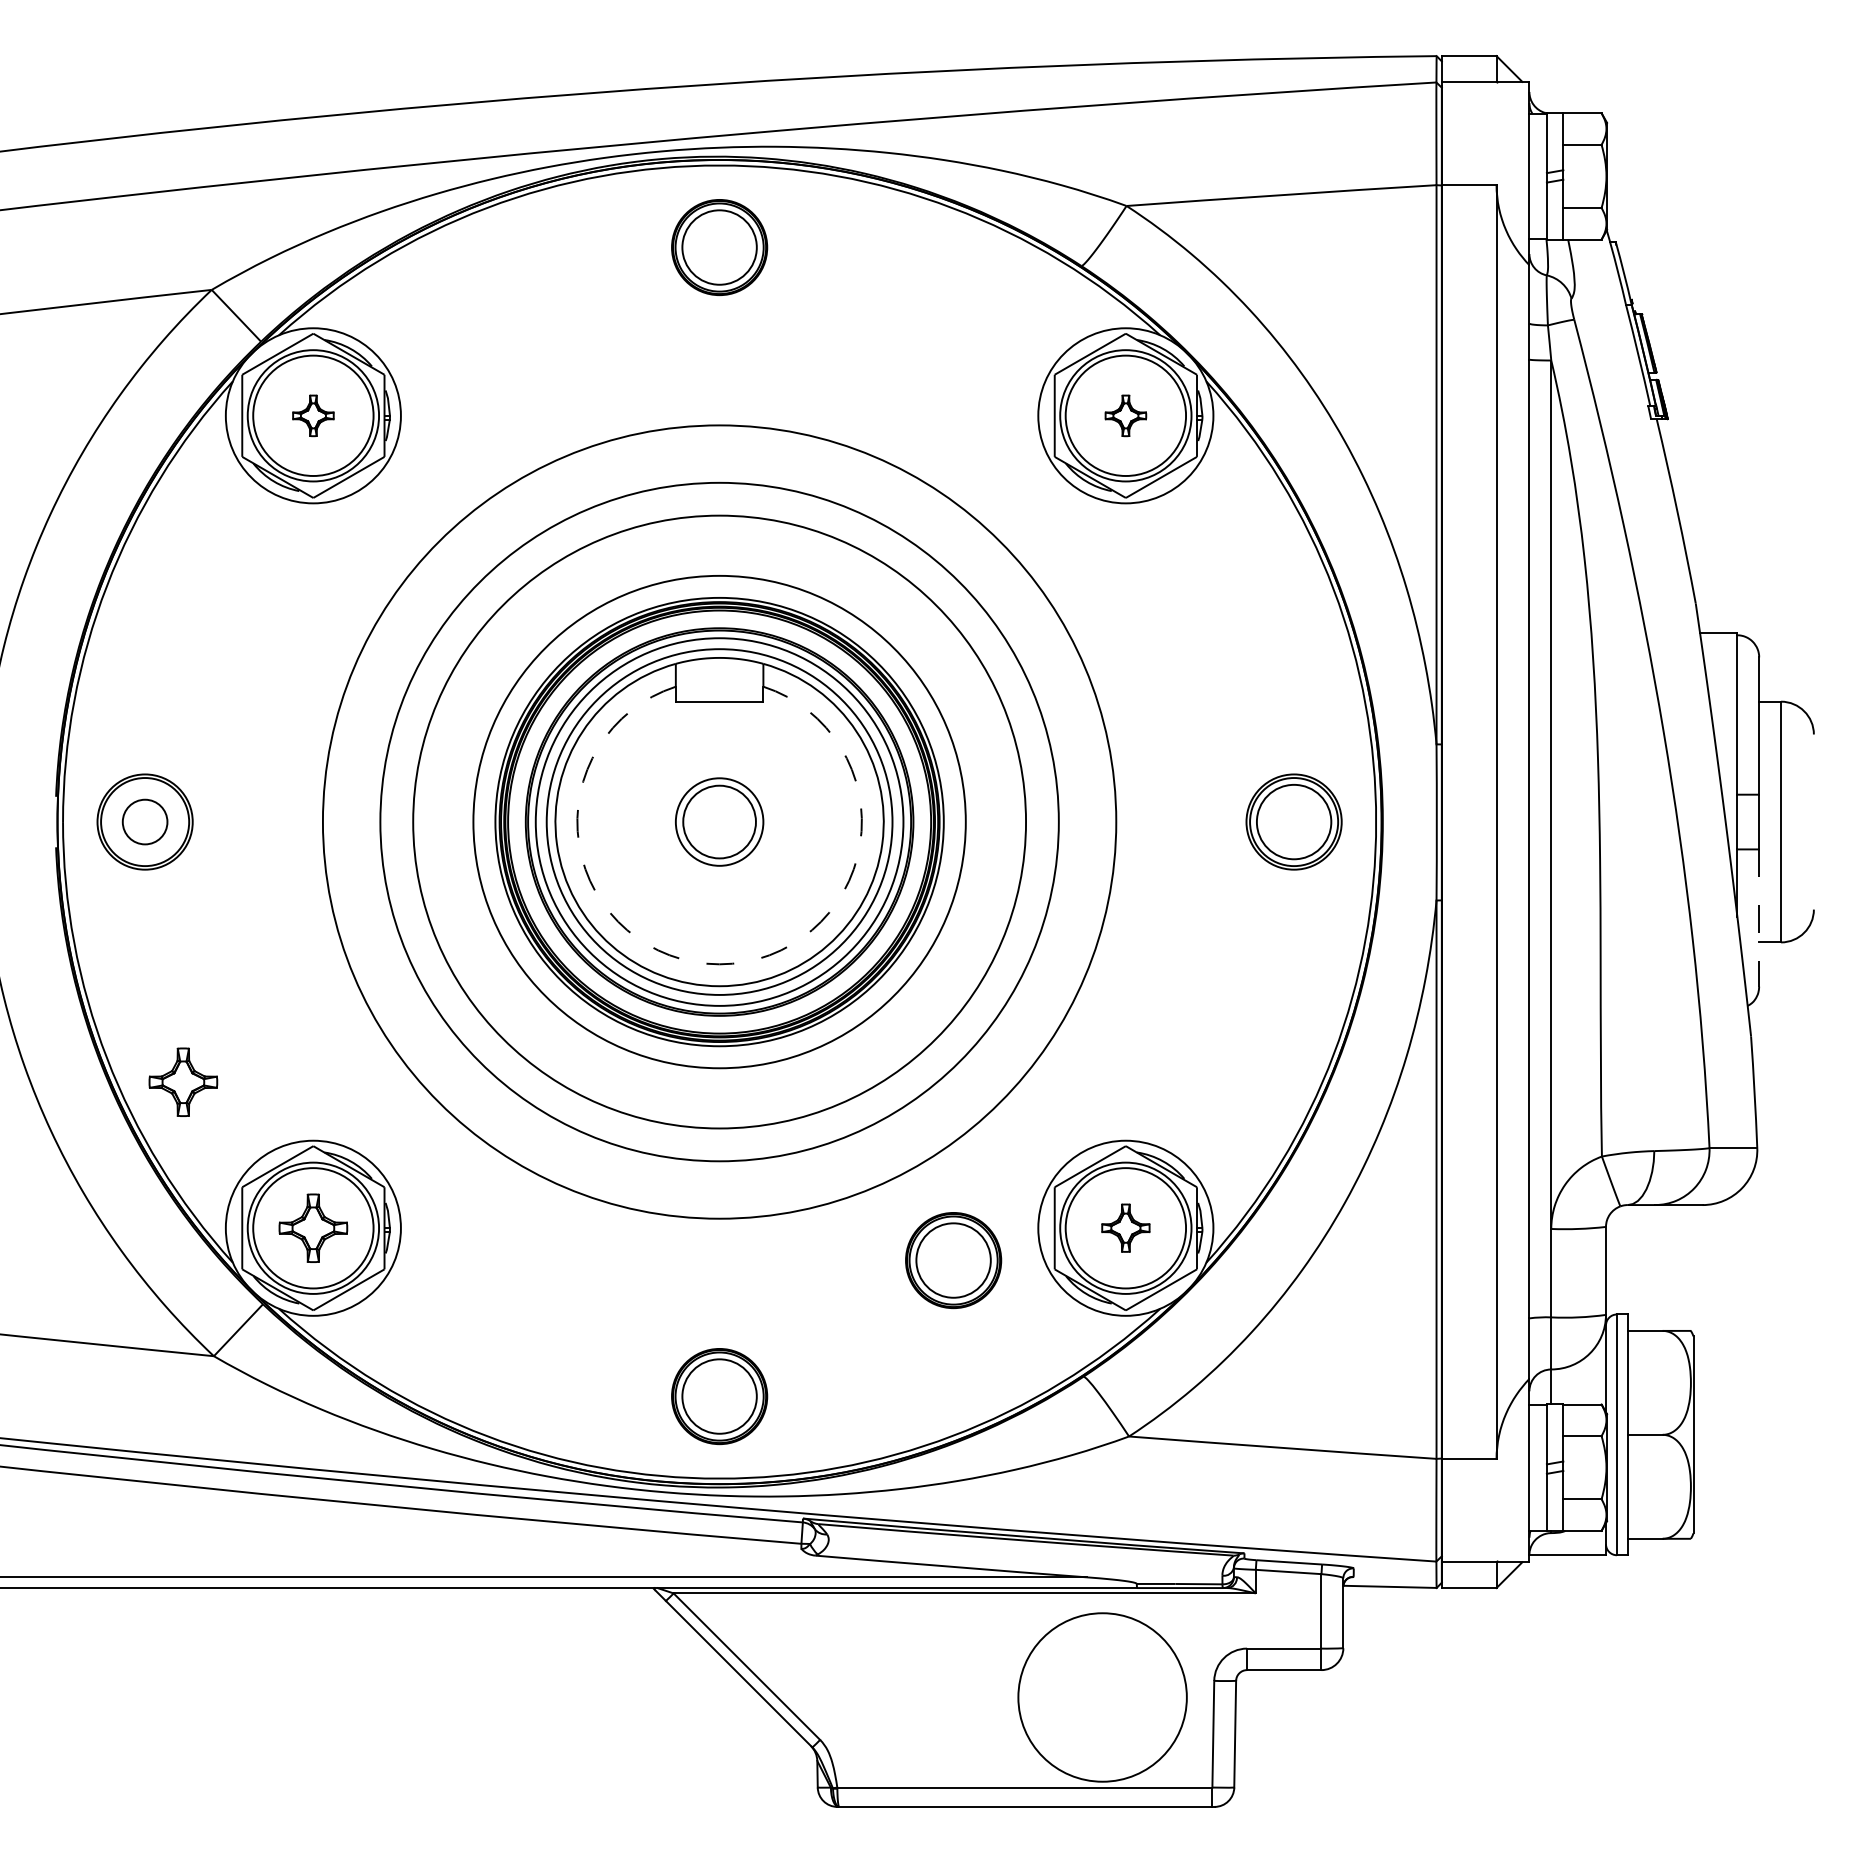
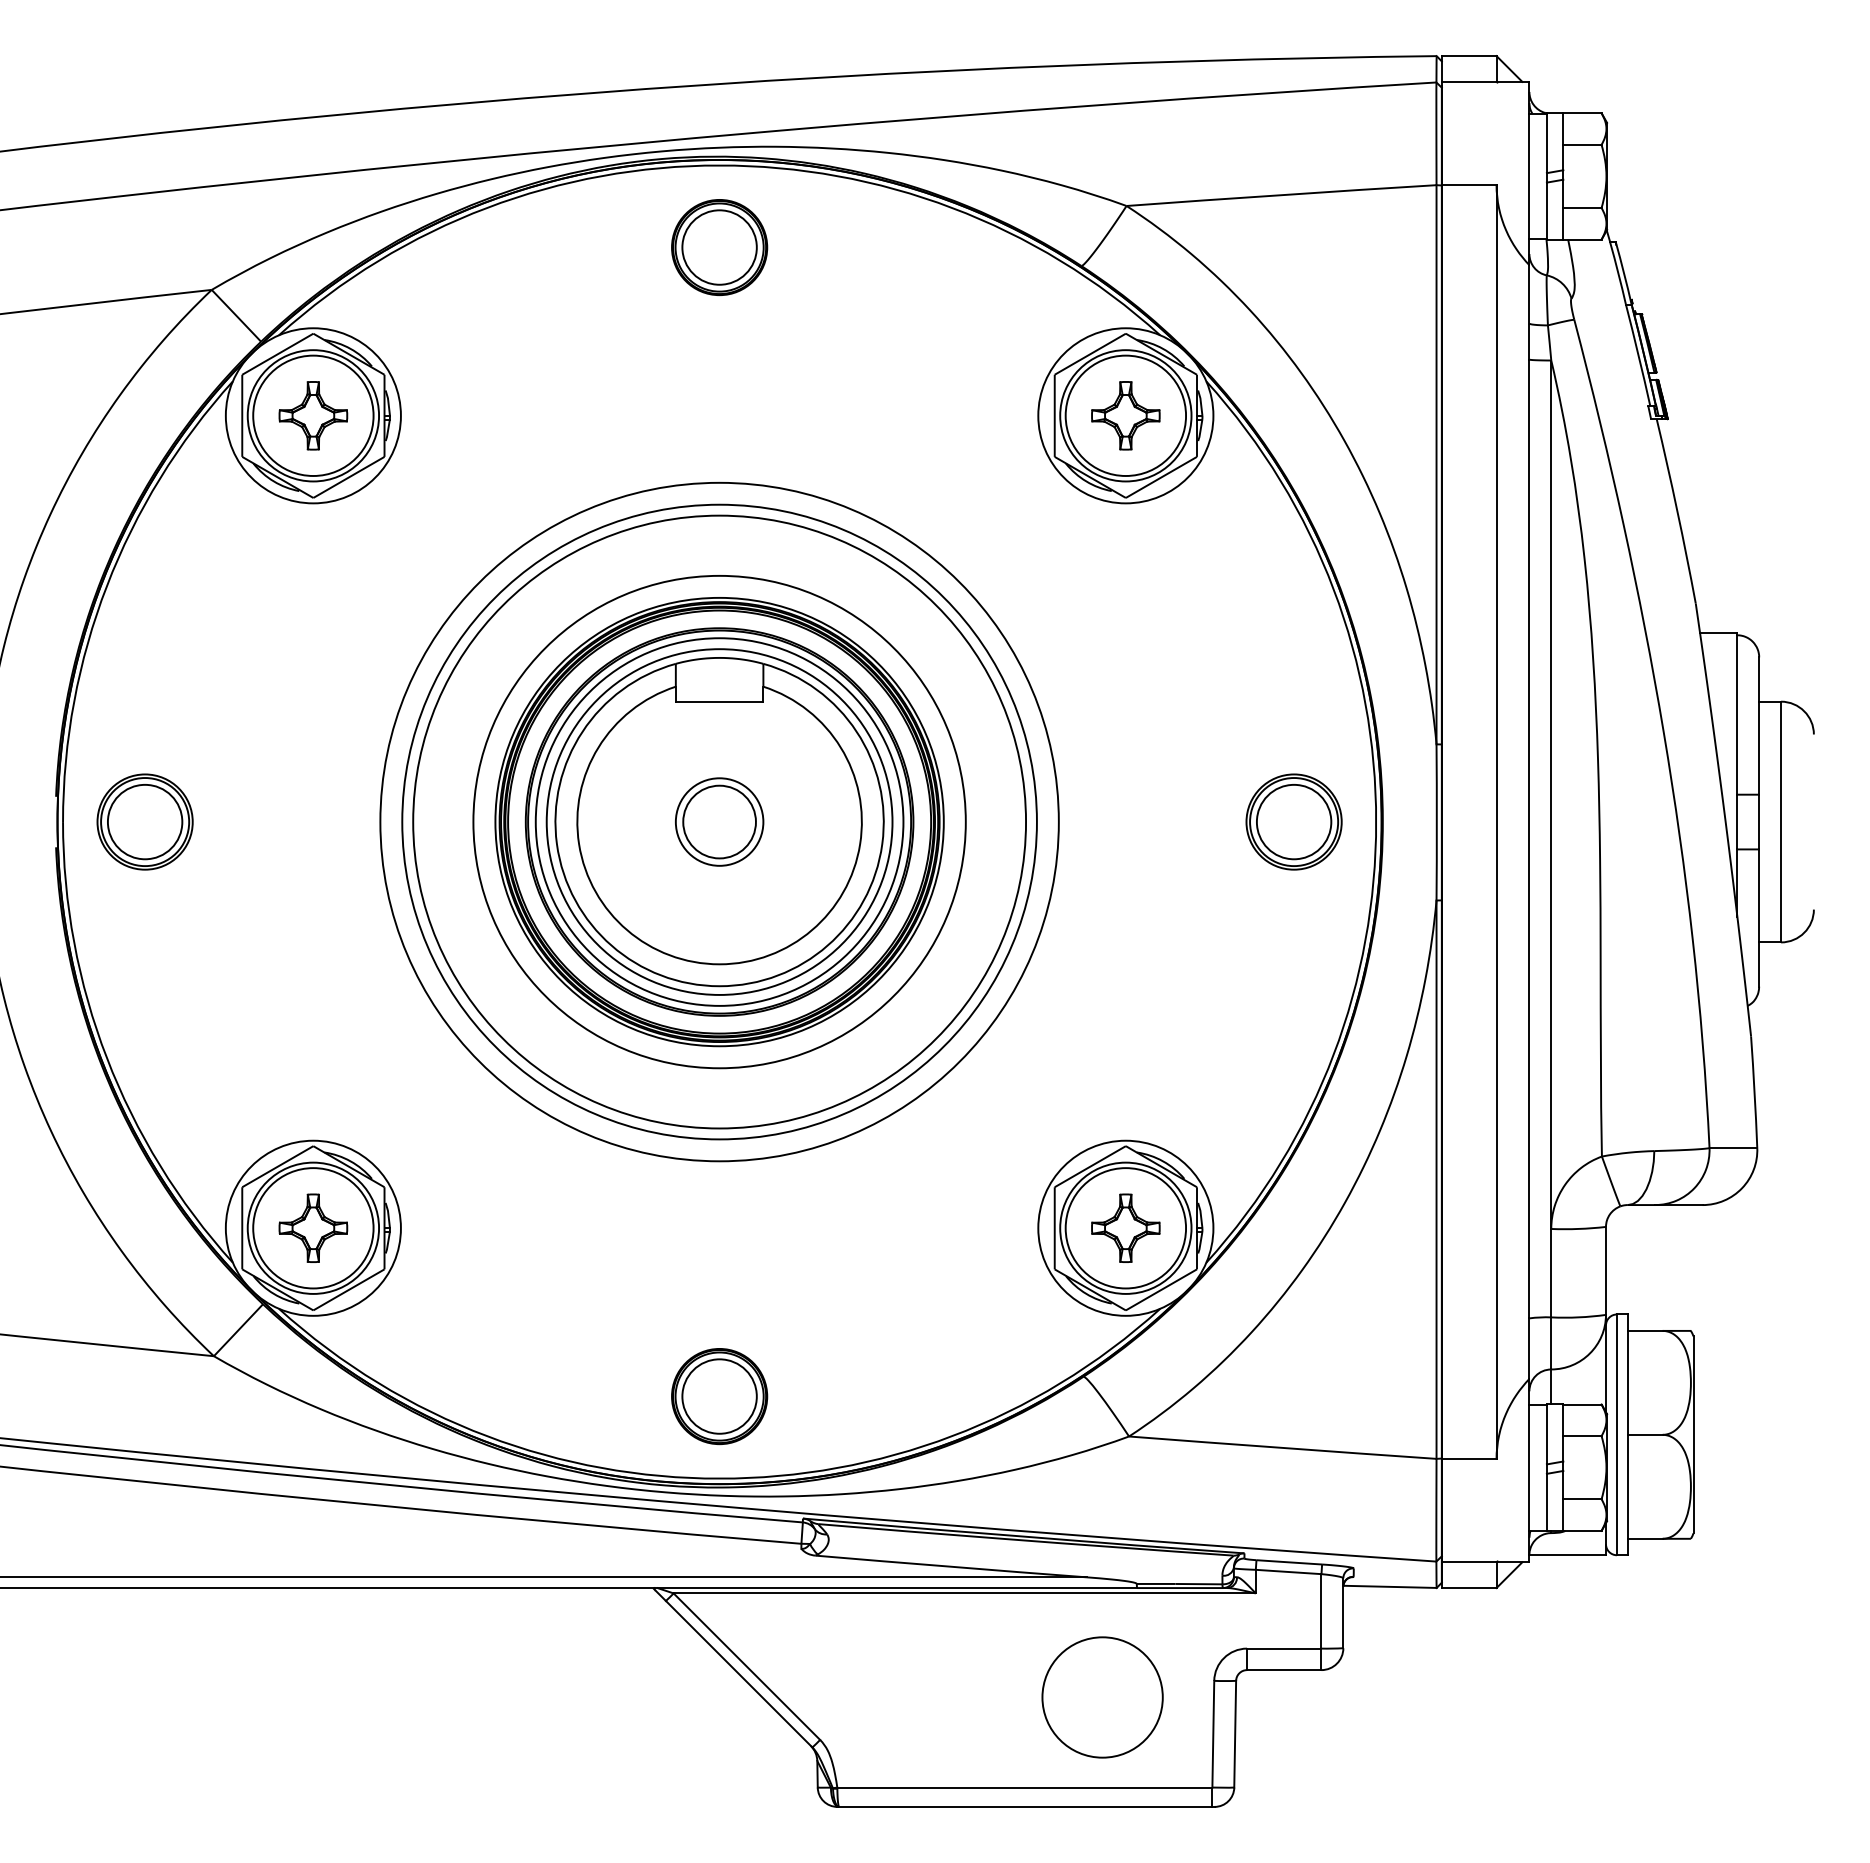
part at (313, 415) size: 43x44 px -> 71x70 px
part at (1125, 415) size: 44x44 px -> 70x70 px
circle at (144, 821) diameter: 45 px -> 74 px
circle at (719, 821) diameter: 793 px -> 635 px
line at (1759, 918): dashed -> solid
arc at (719, 964): dashed -> solid
part at (183, 1081): present -> none
part at (1125, 1227) size: 50x50 px -> 70x70 px
part at (953, 1260): present -> none
circle at (1102, 1697) diameter: 168 px -> 120 px
